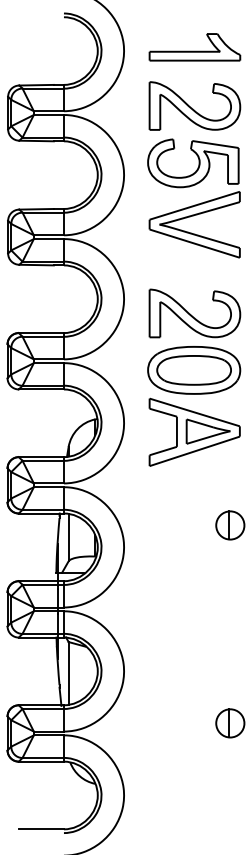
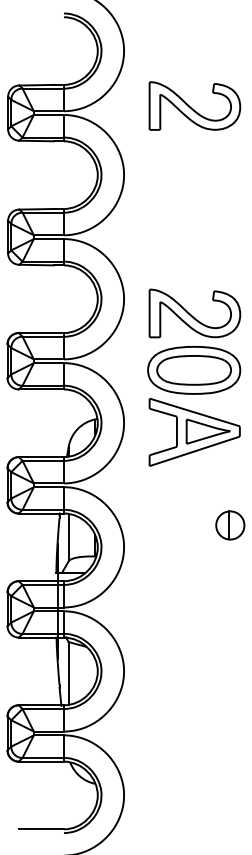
part at (194, 47): present -> none
part at (194, 204): present -> none
part at (230, 723): present -> none
